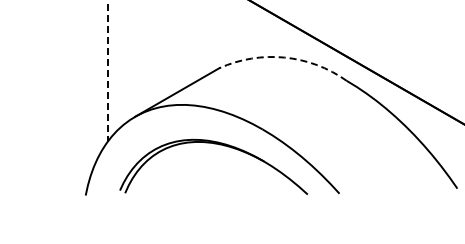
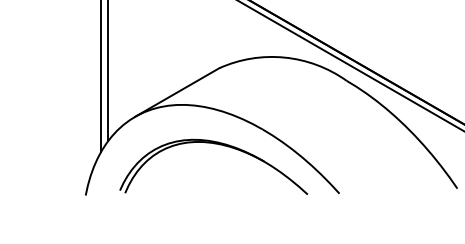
arc at (284, 57): dashed -> solid
line at (351, 66): none -> present
line at (107, 71): dashed -> solid
line at (101, 77): none -> present
